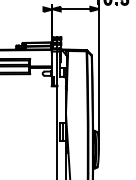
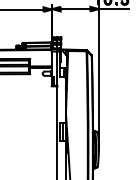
line at (22, 9): none -> present
line at (113, 9): none -> present
